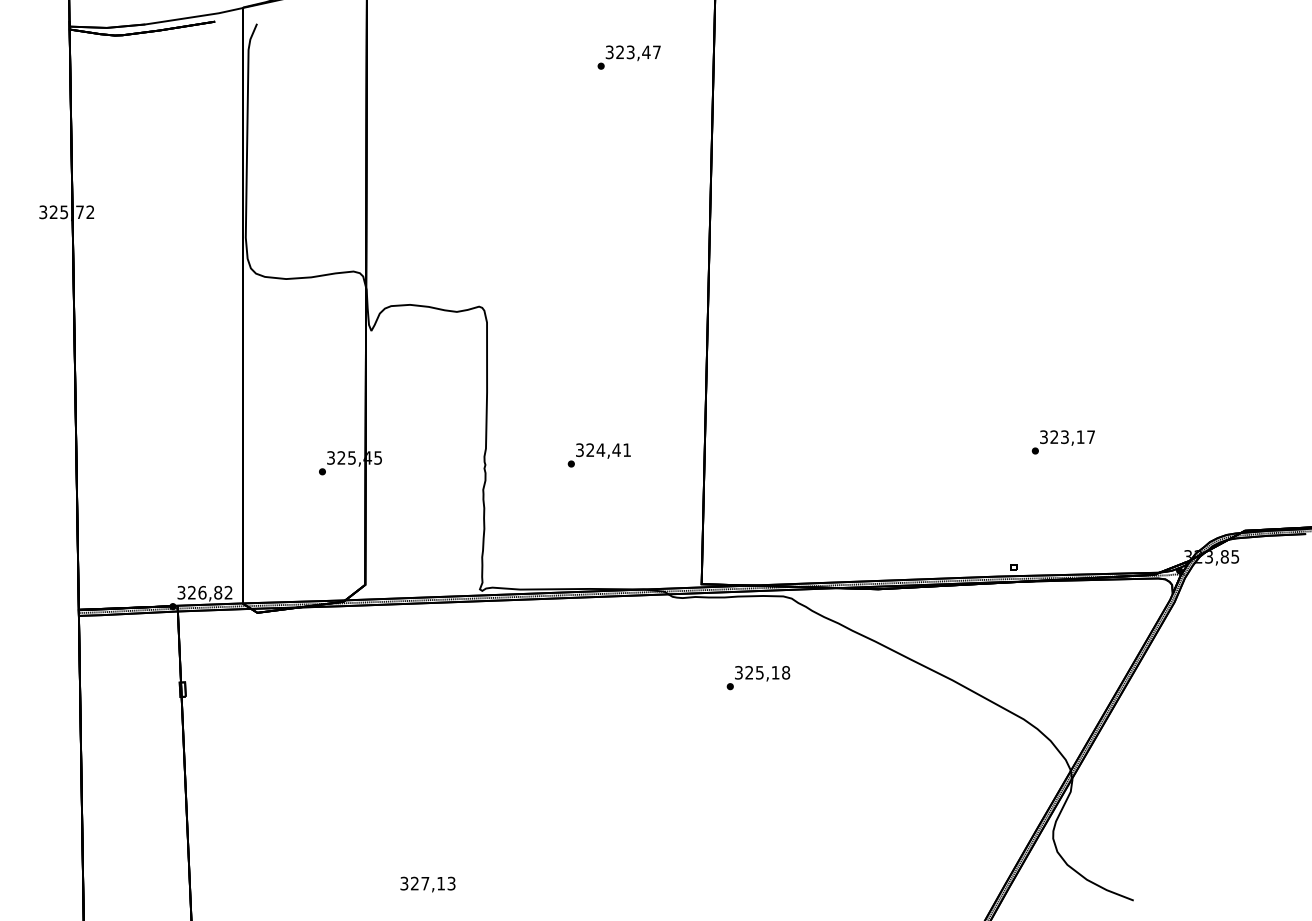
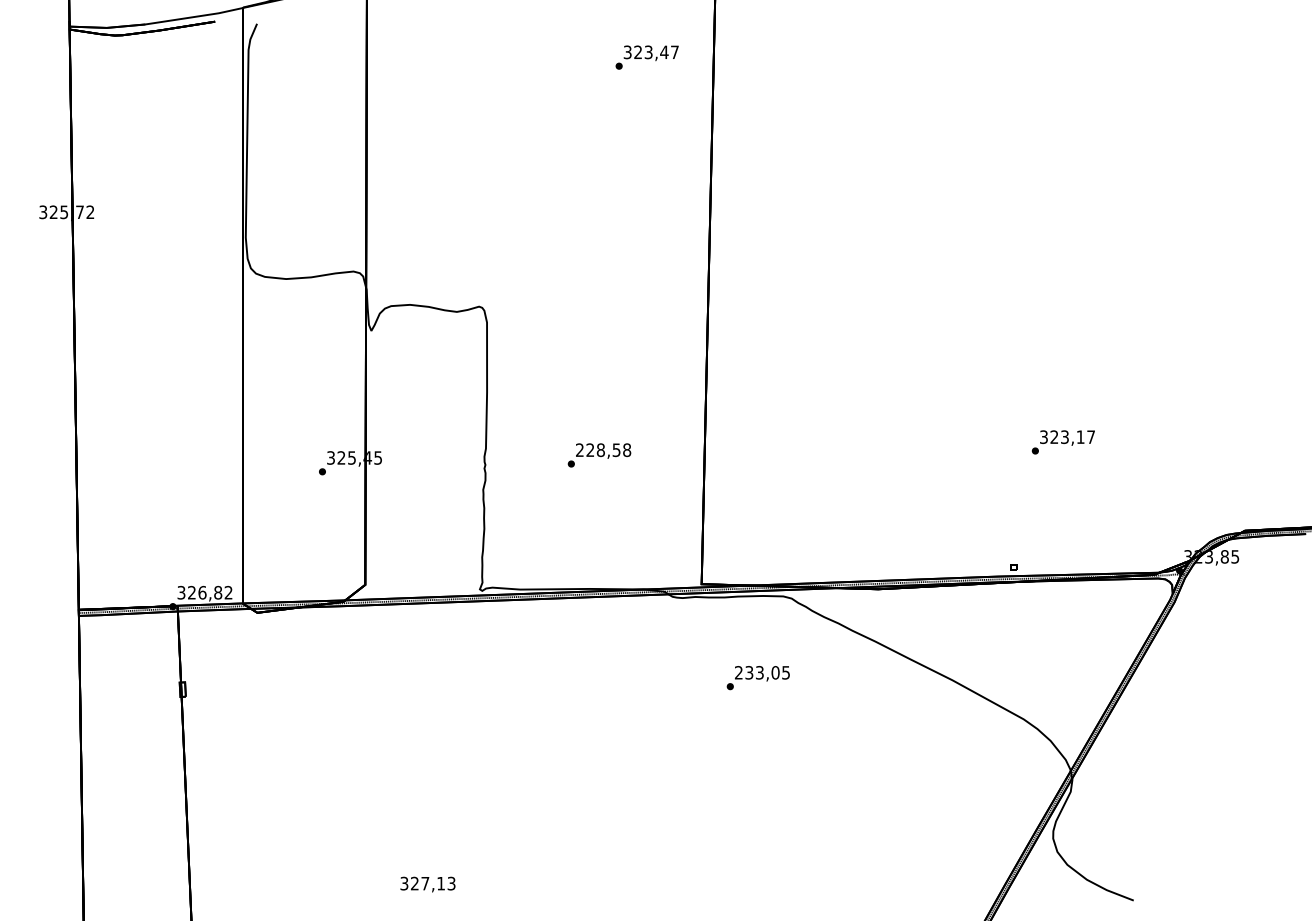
text at (628, 57) position: (628, 57) -> (646, 57)
text at (603, 450): 324,41 -> 228,58
text at (762, 672): 325,18 -> 233,05
